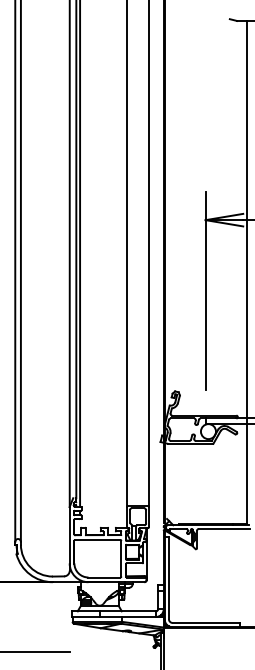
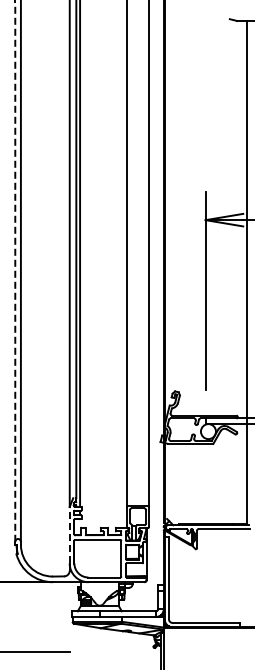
line at (15, 270): solid -> dashed
line at (69, 534): solid -> dashed
